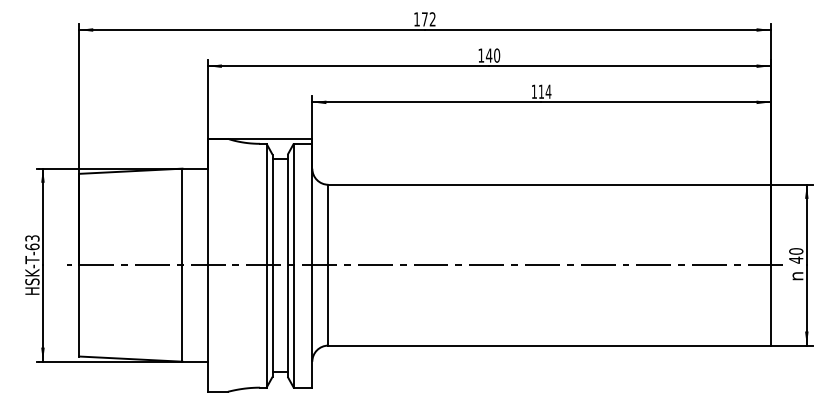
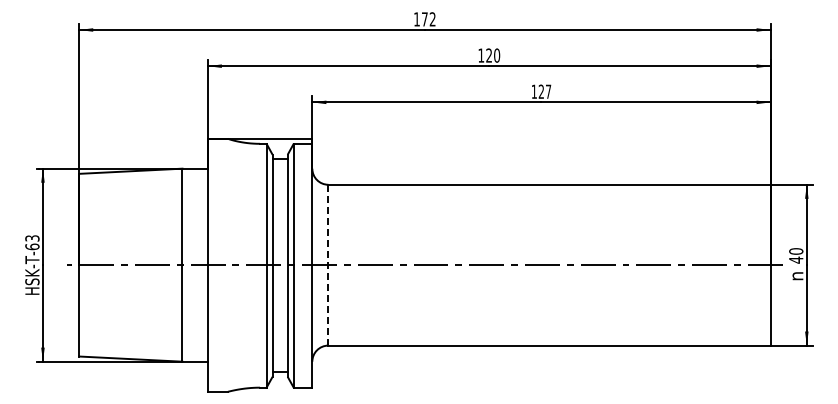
text at (488, 55): 140 -> 120
text at (544, 91): 114 -> 127
line at (328, 264): solid -> dashed
